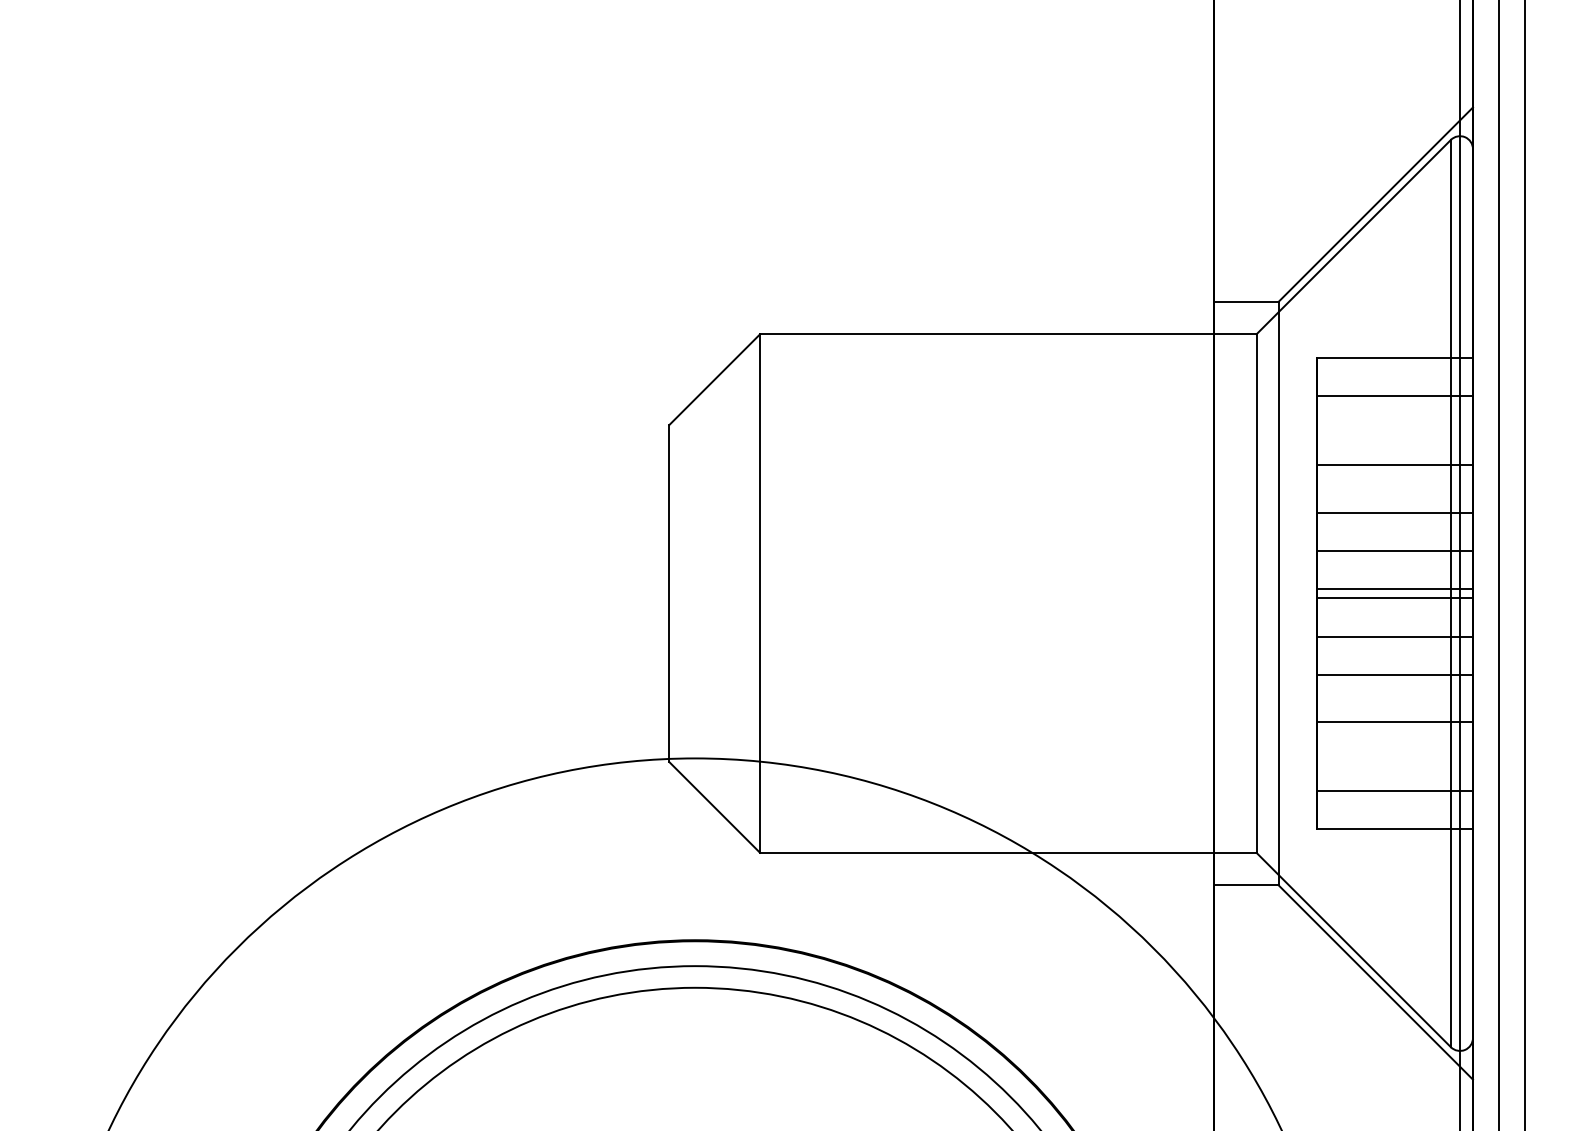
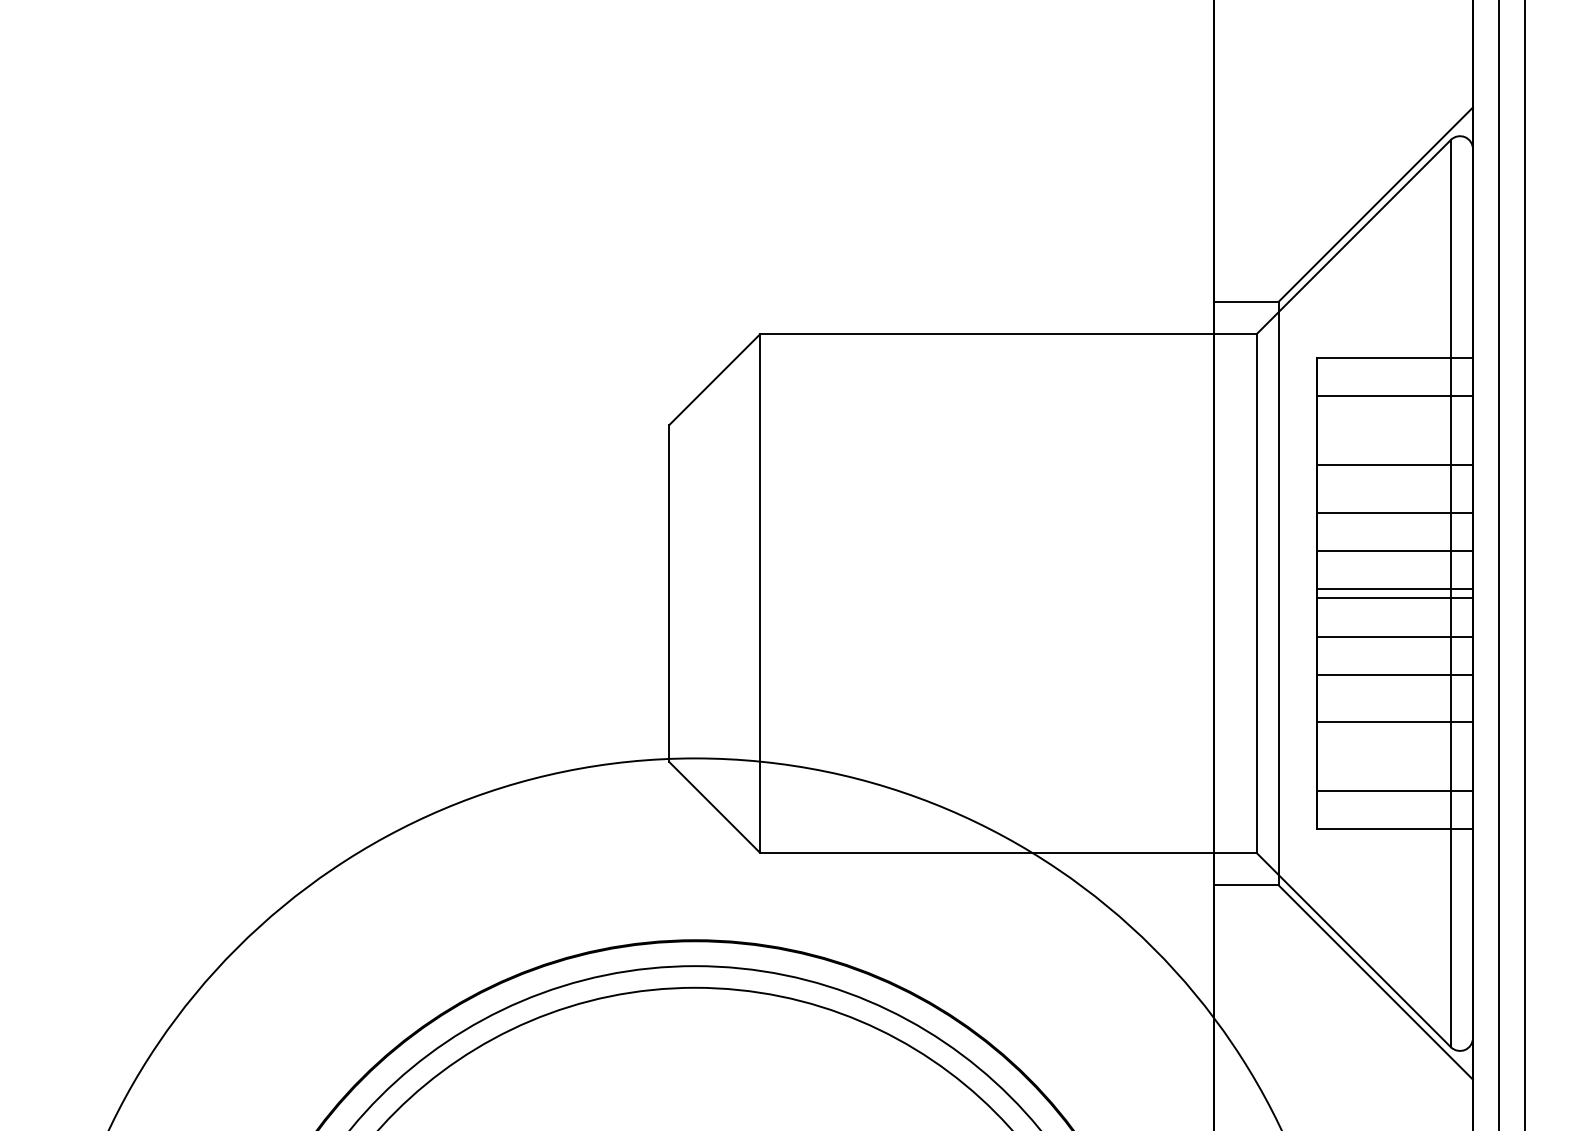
line at (1460, 564): present -> none
